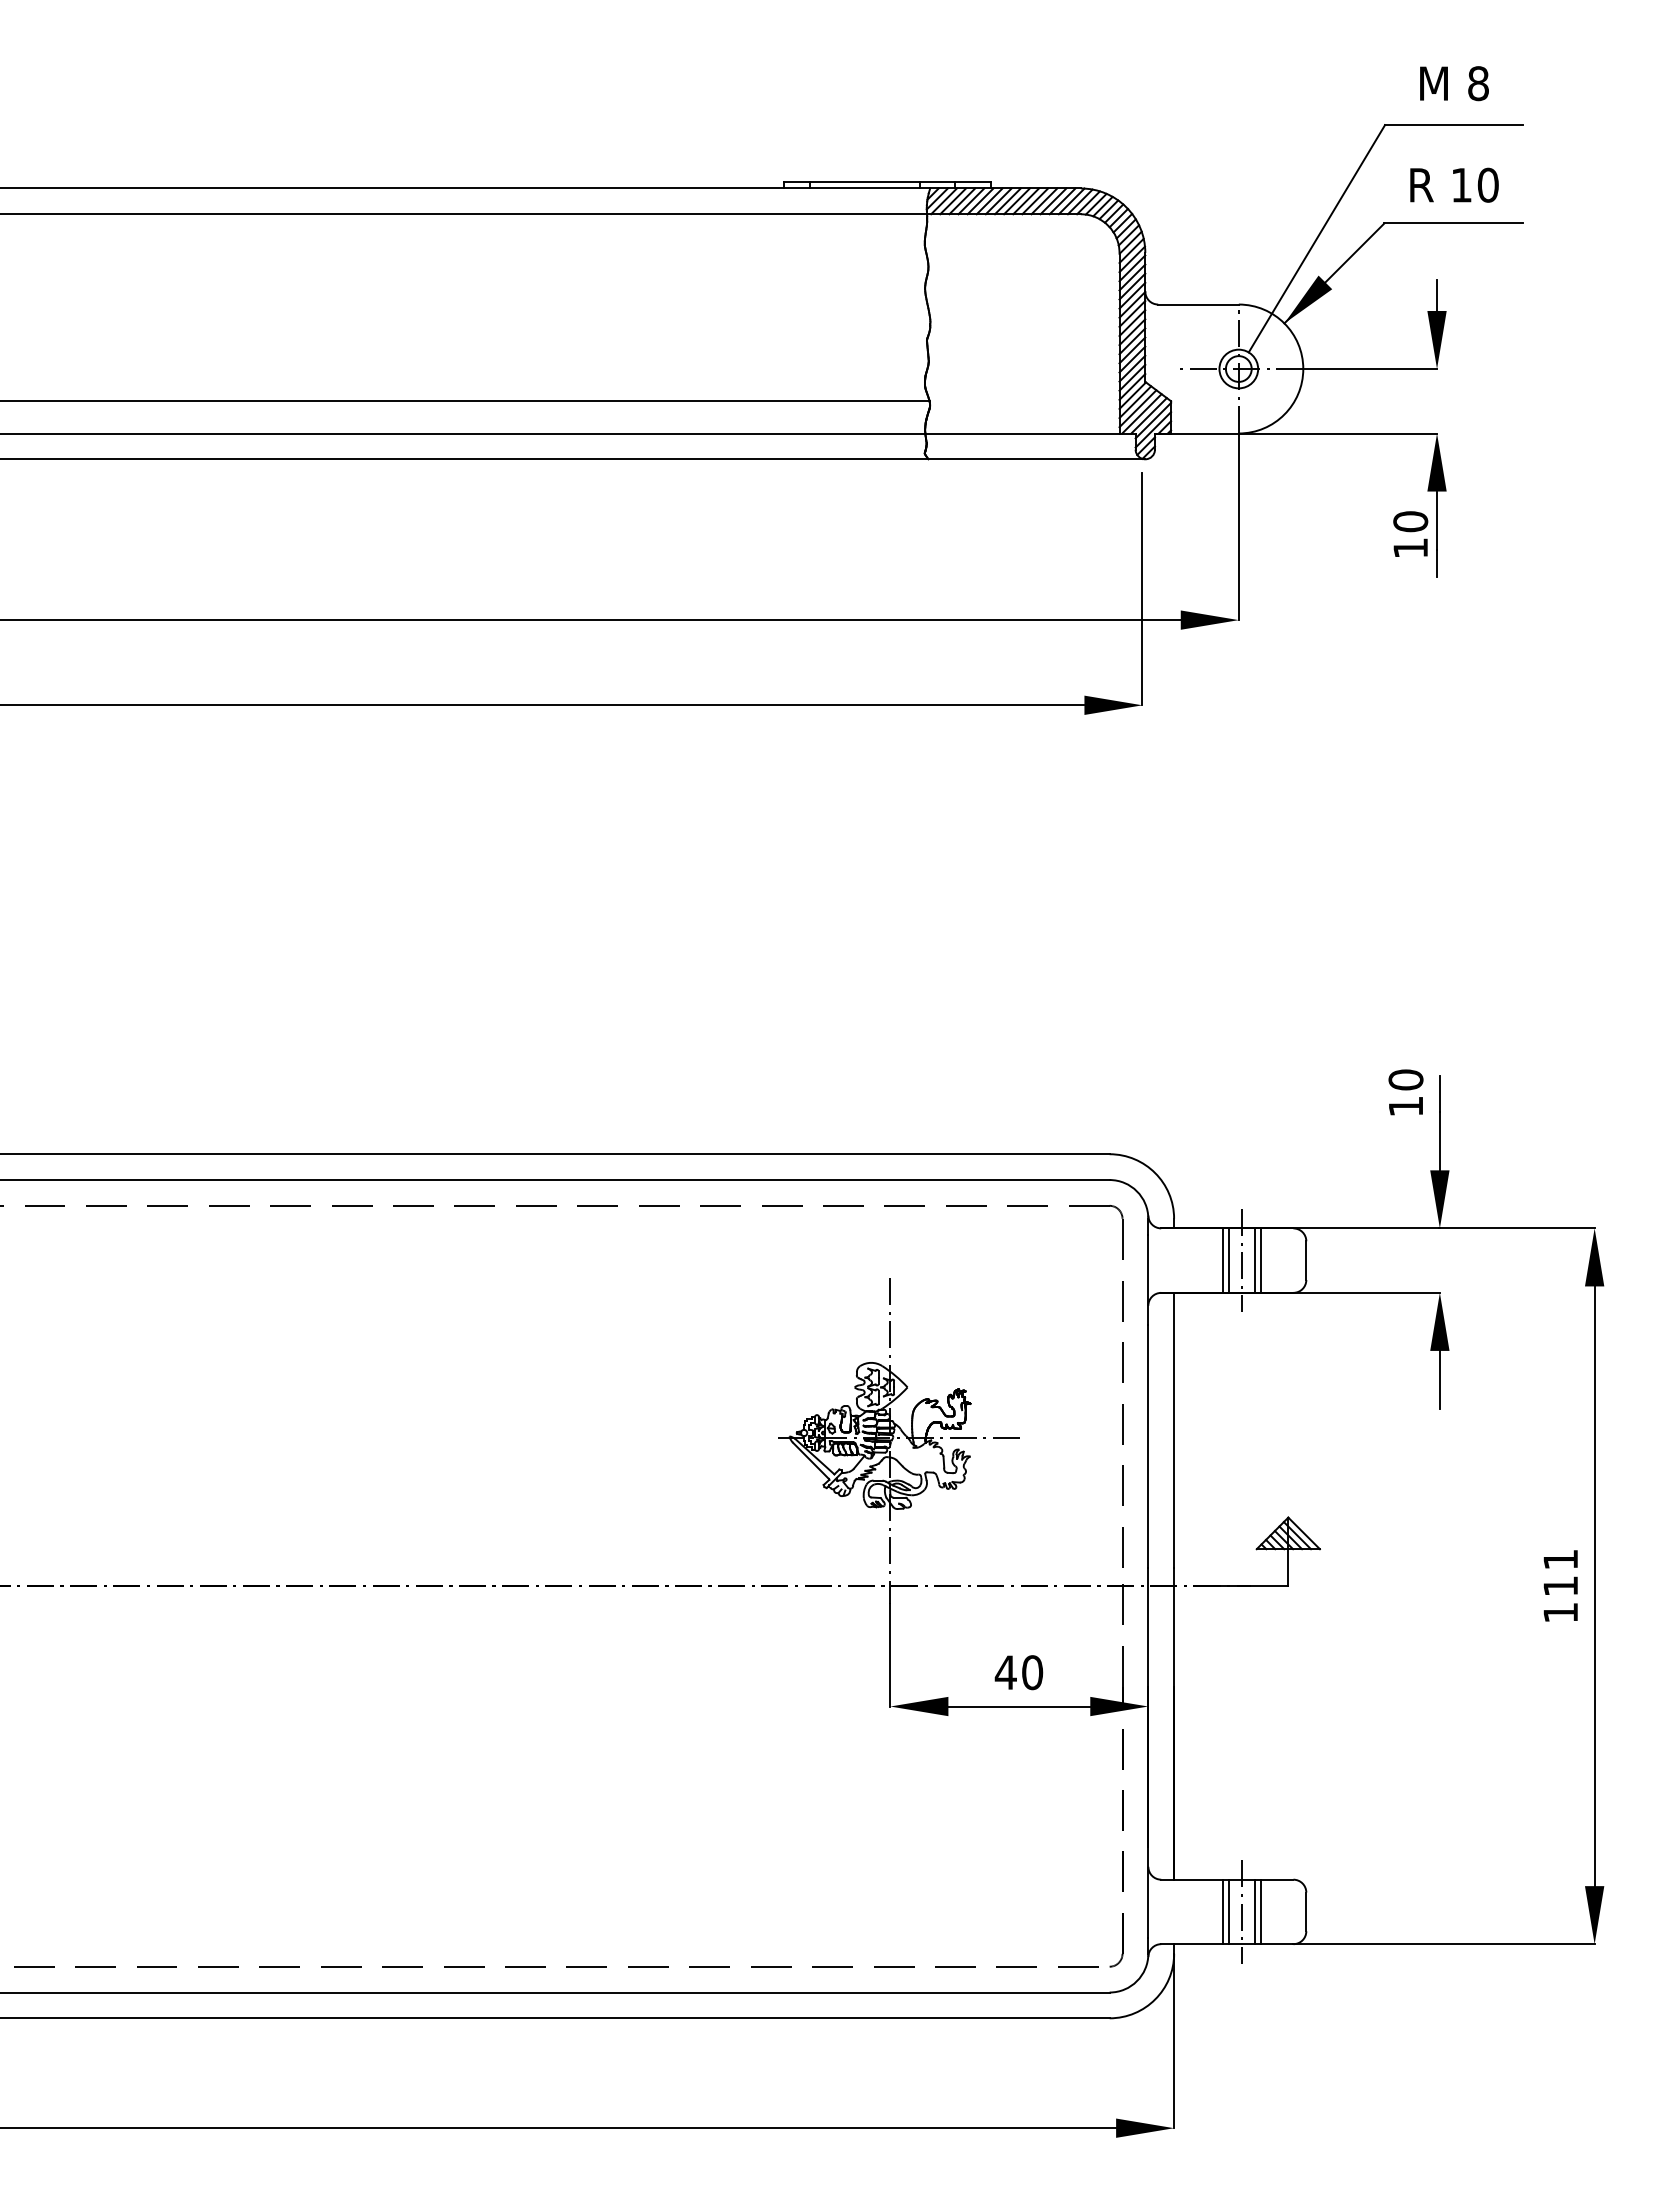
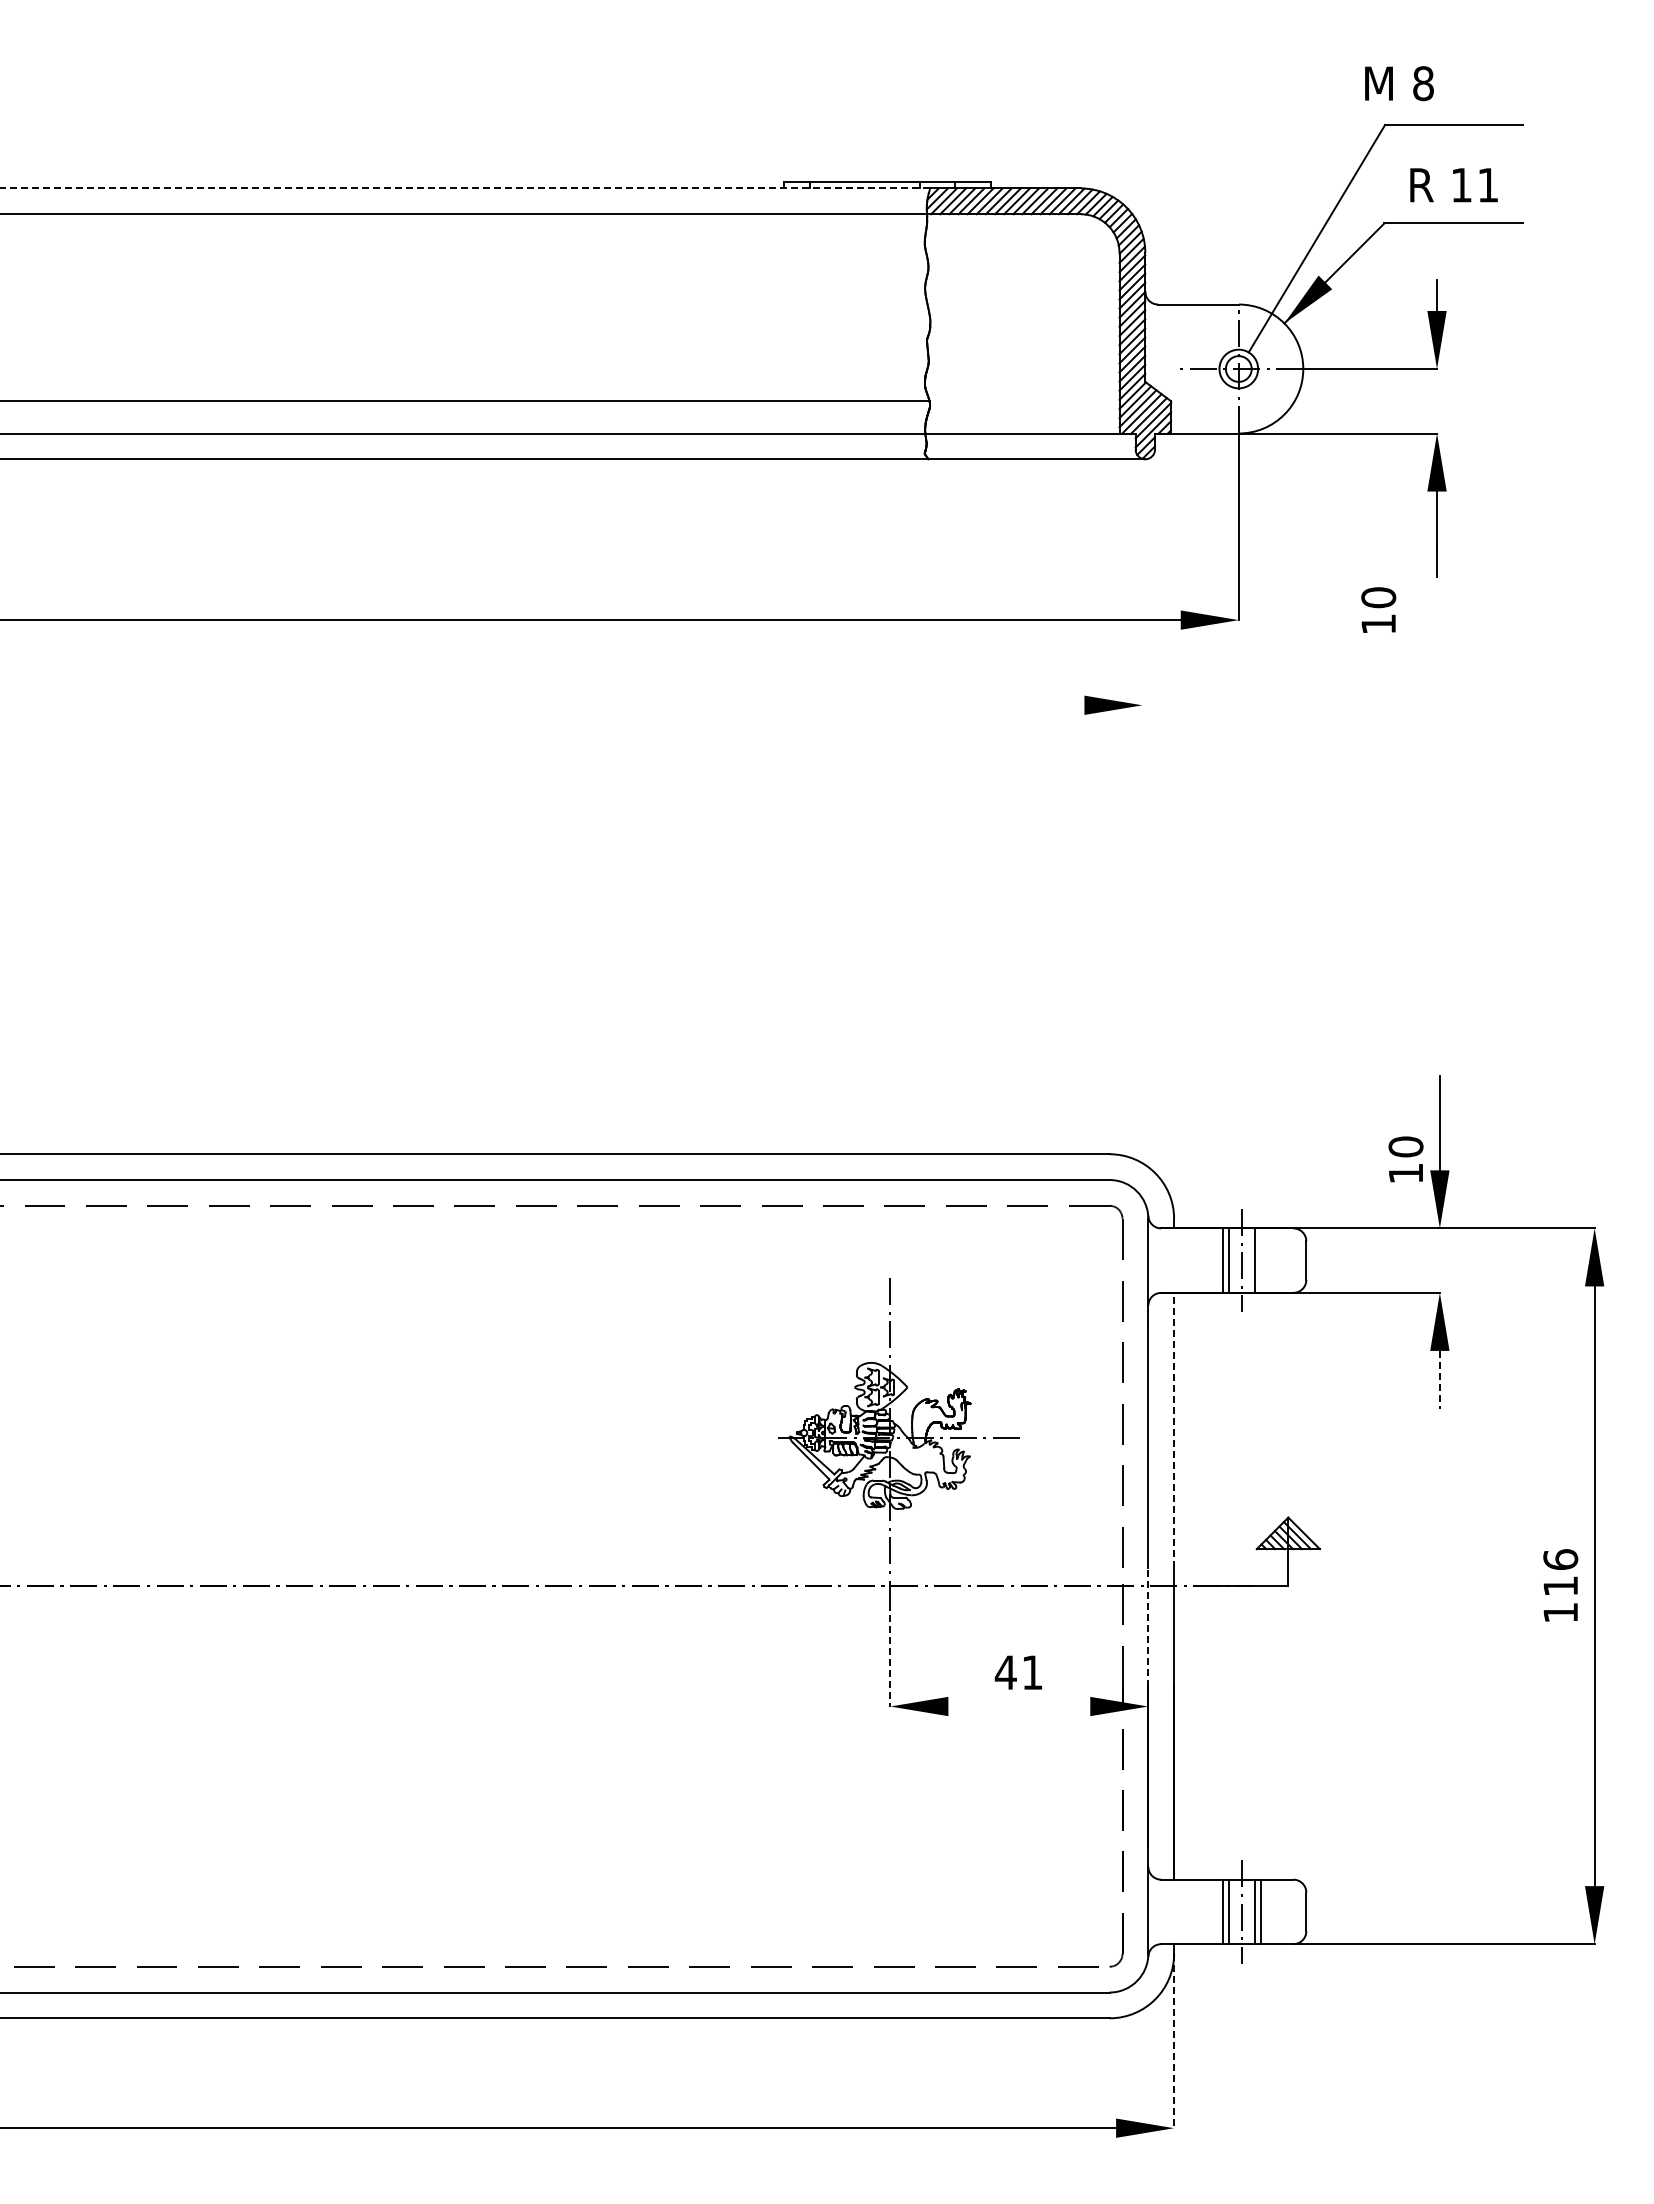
text at (1454, 83) position: (1454, 83) -> (1399, 83)
text at (1487, 184): 10 -> 11
line at (465, 188): solid -> dashed
text at (1410, 533) position: (1410, 533) -> (1378, 609)
line at (1142, 588): present -> none
line at (543, 705): present -> none
text at (1405, 1092) position: (1405, 1092) -> (1405, 1159)
line at (1261, 1260): present -> none
line at (1439, 1380): solid -> dashed
line at (1174, 1429): solid -> dashed
text at (1560, 1559): 111 -> 116
line at (1148, 1627): solid -> dashed
line at (890, 1655): solid -> dashed
text at (1032, 1672): 40 -> 41
line at (1019, 1706): present -> none
line at (1174, 2041): solid -> dashed
